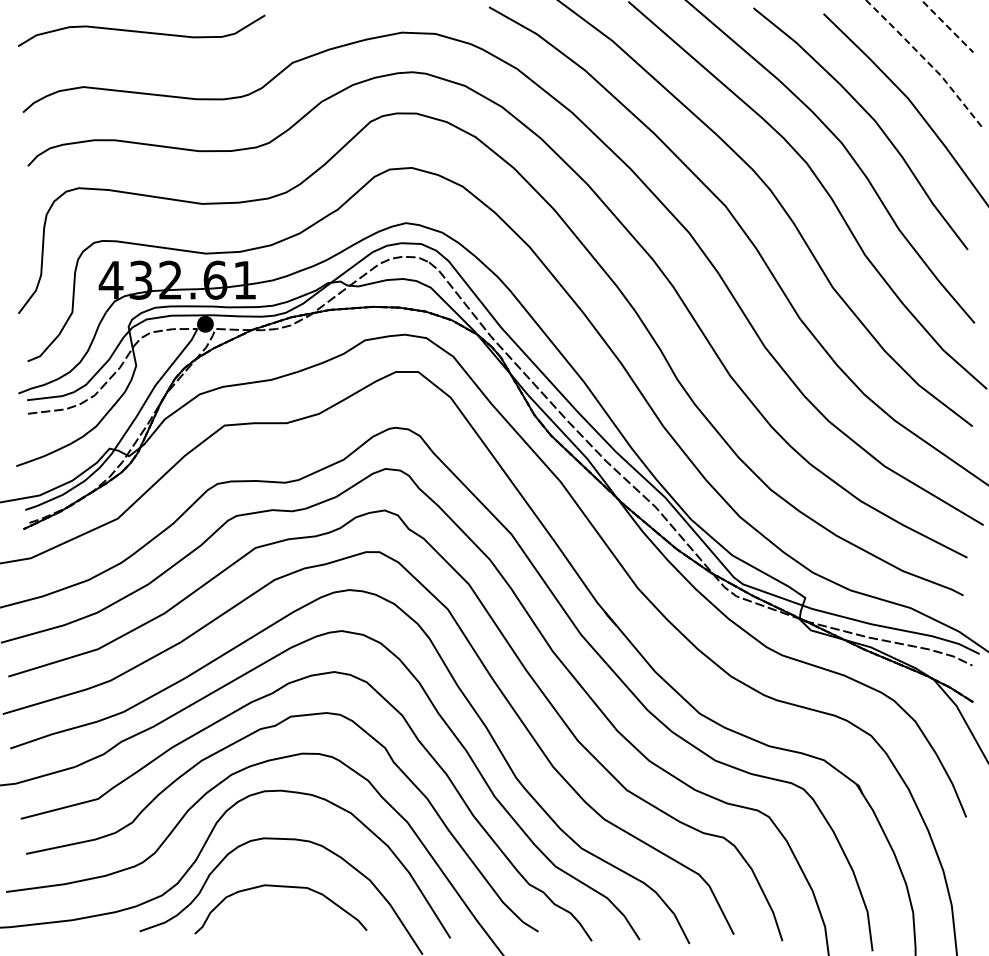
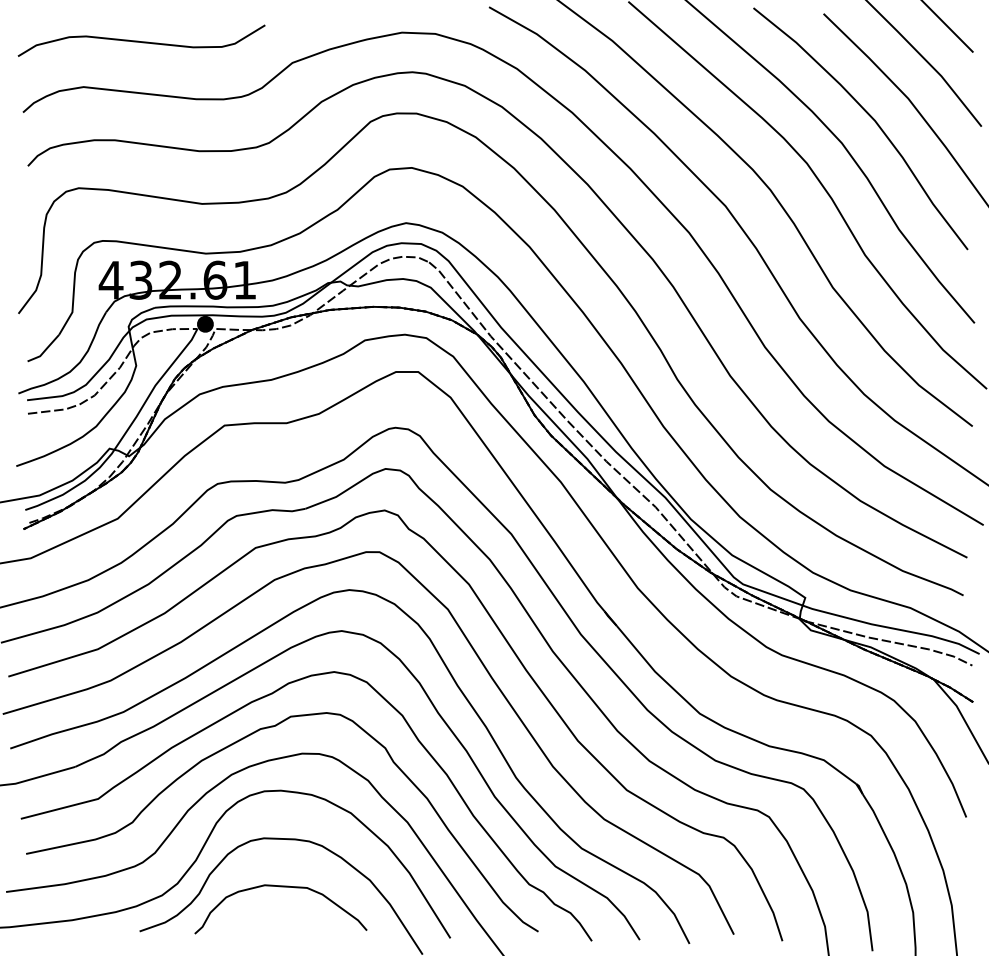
line at (947, 26): dashed -> solid
curve at (141, 31) position: (141, 31) -> (141, 41)
line at (926, 60): dashed -> solid
